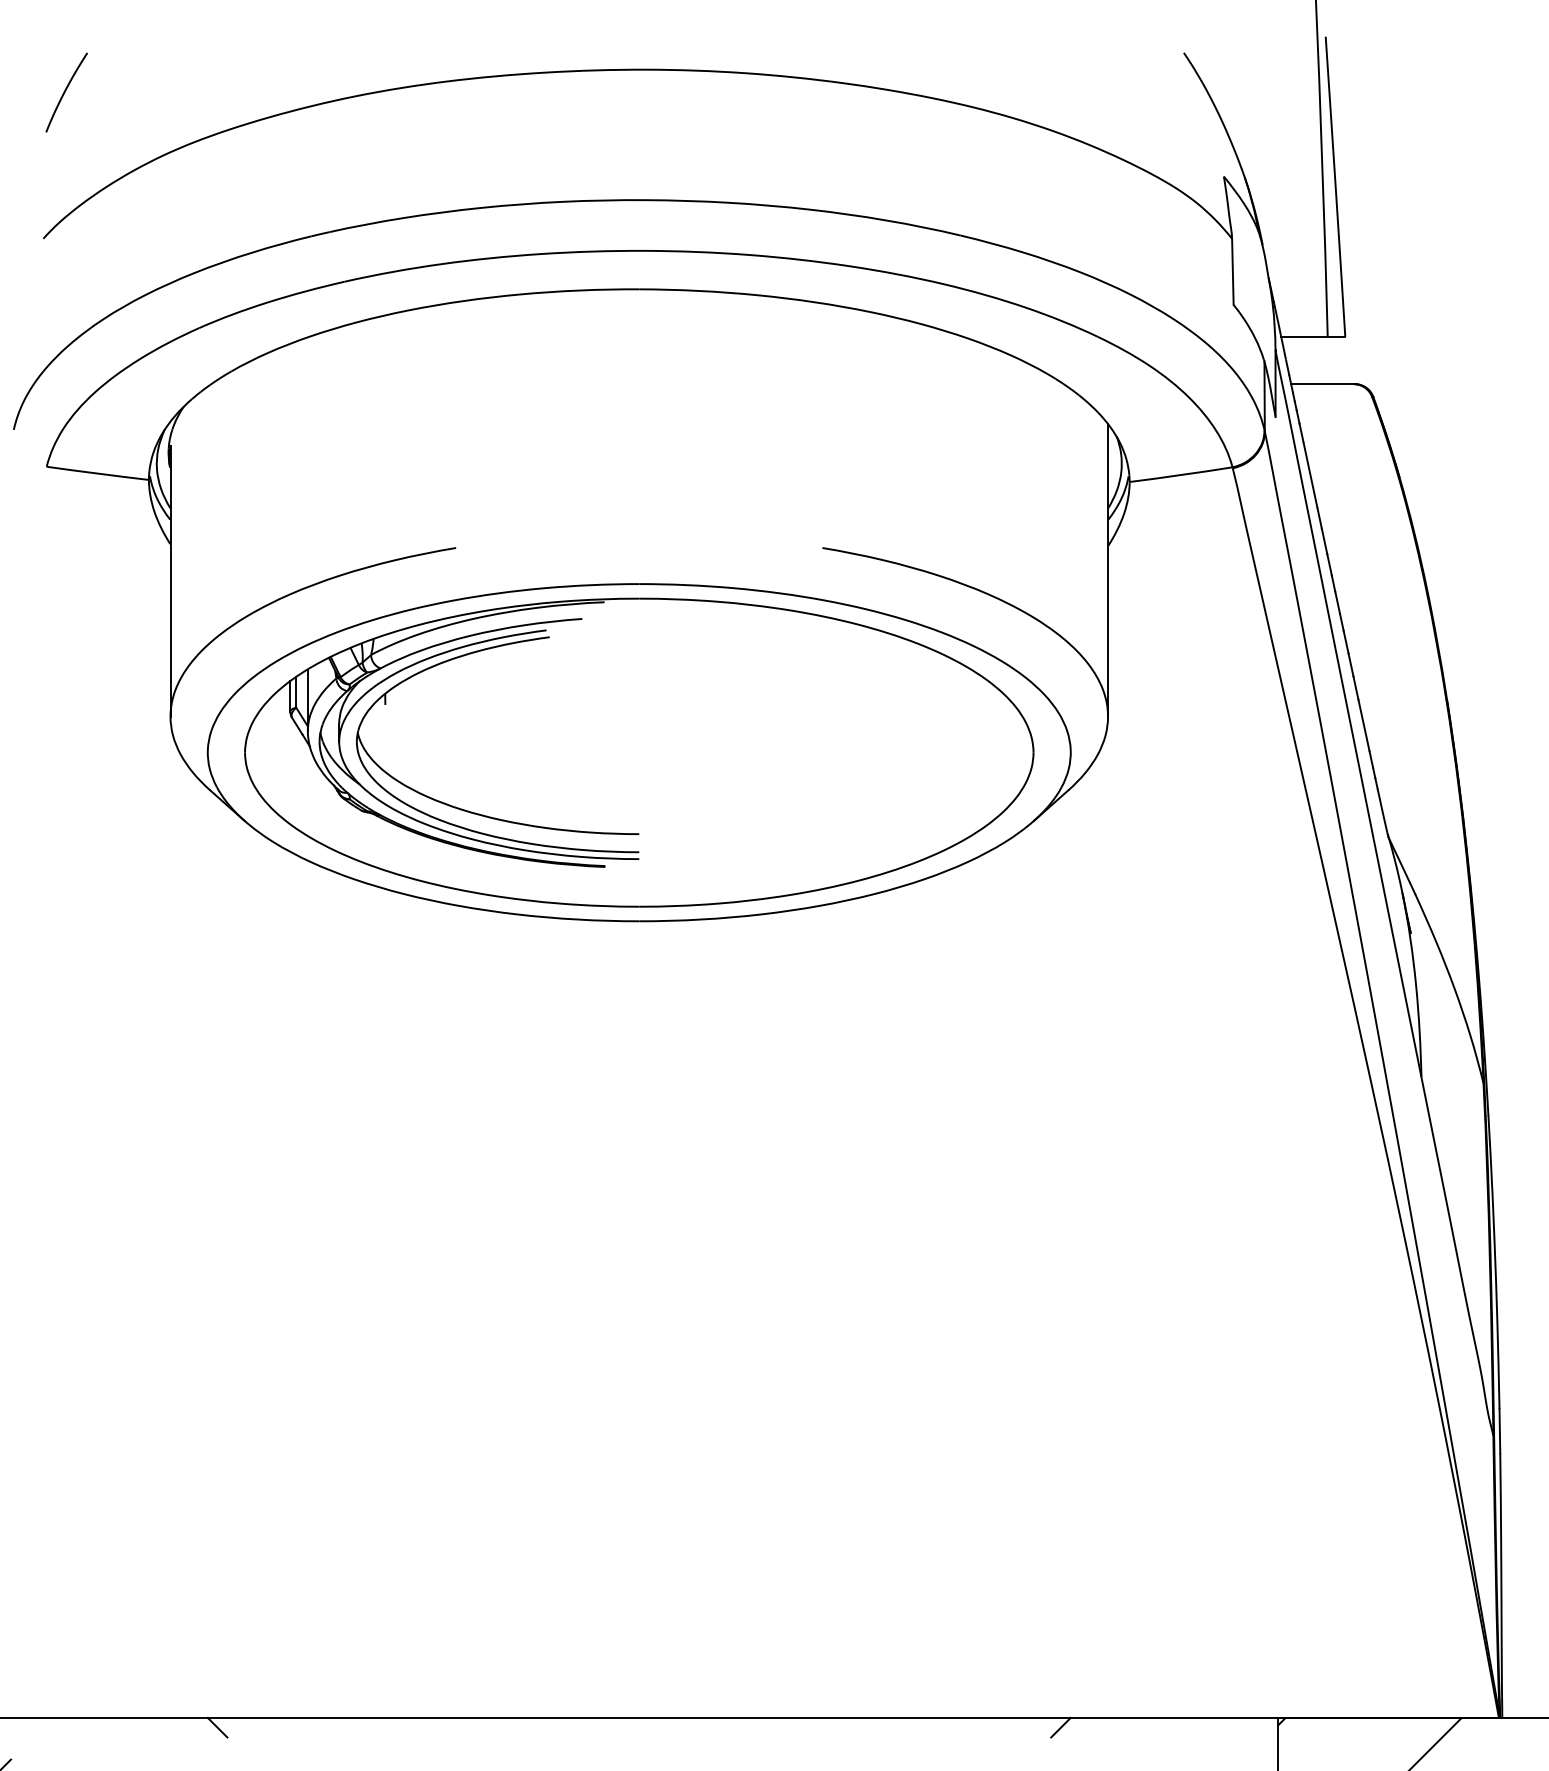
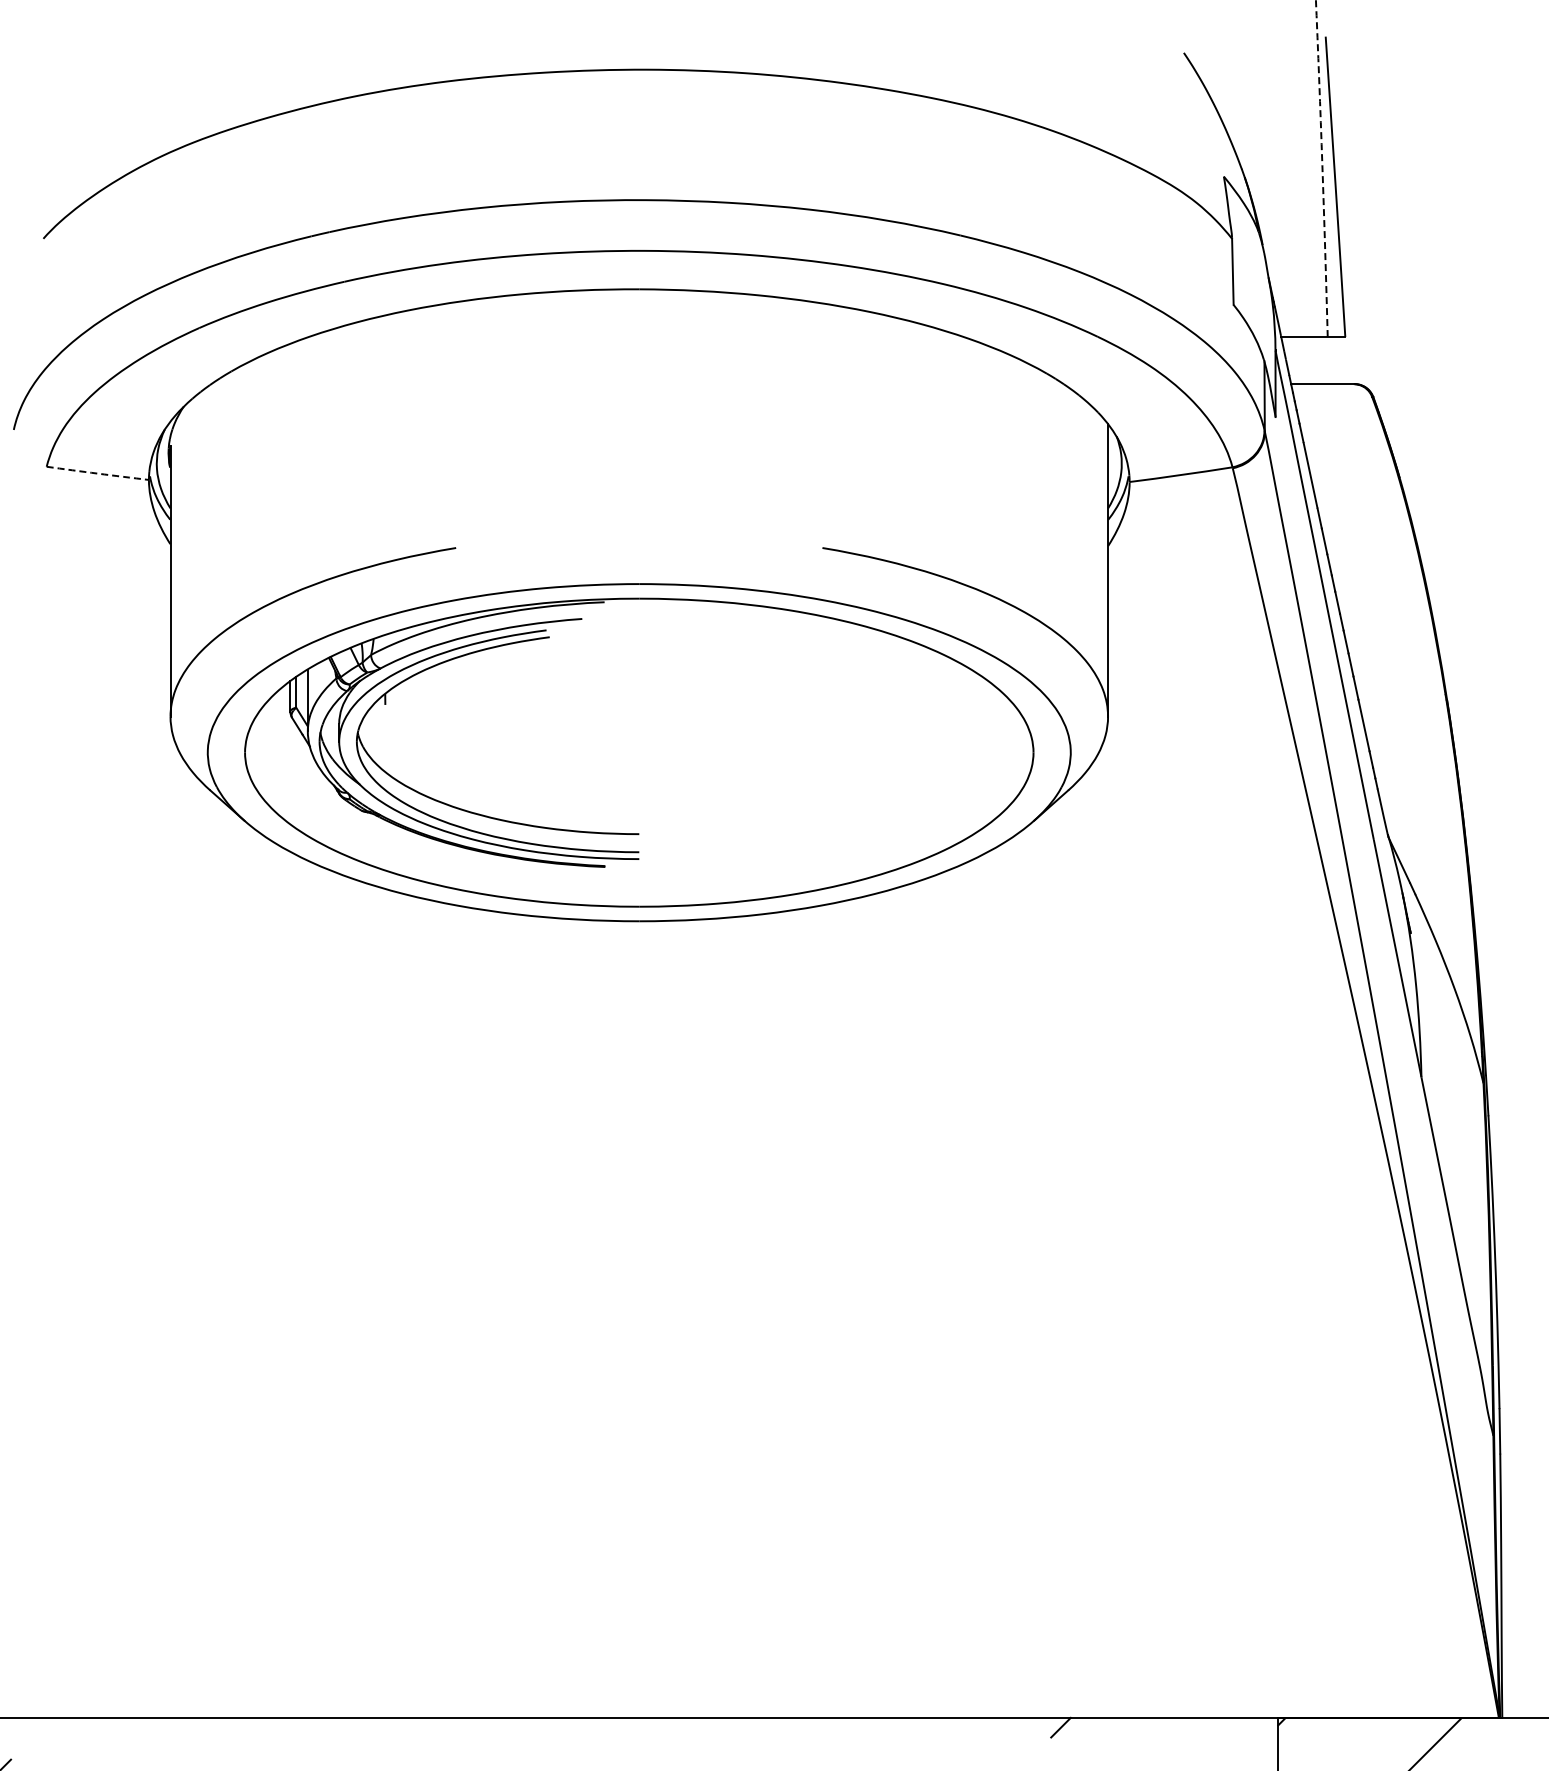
curve at (65, 92): present -> none
arc at (1322, 167): solid -> dashed
arc at (97, 473): solid -> dashed
line at (217, 1727): present -> none
